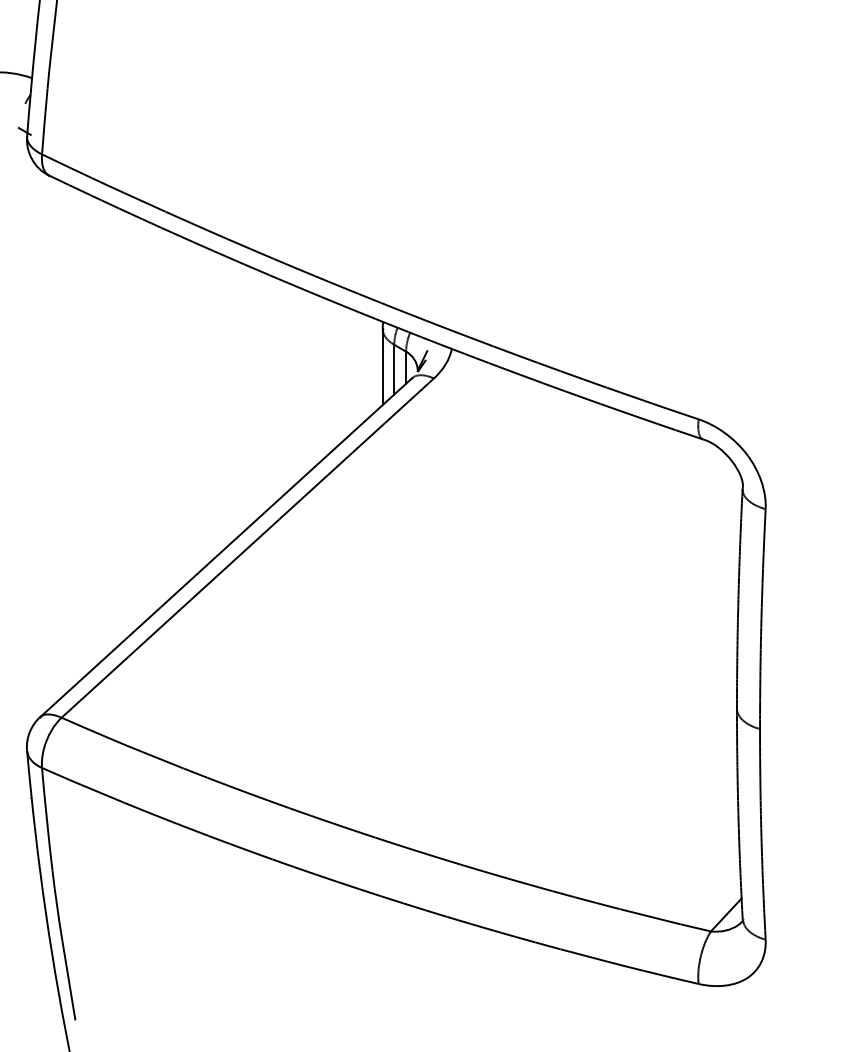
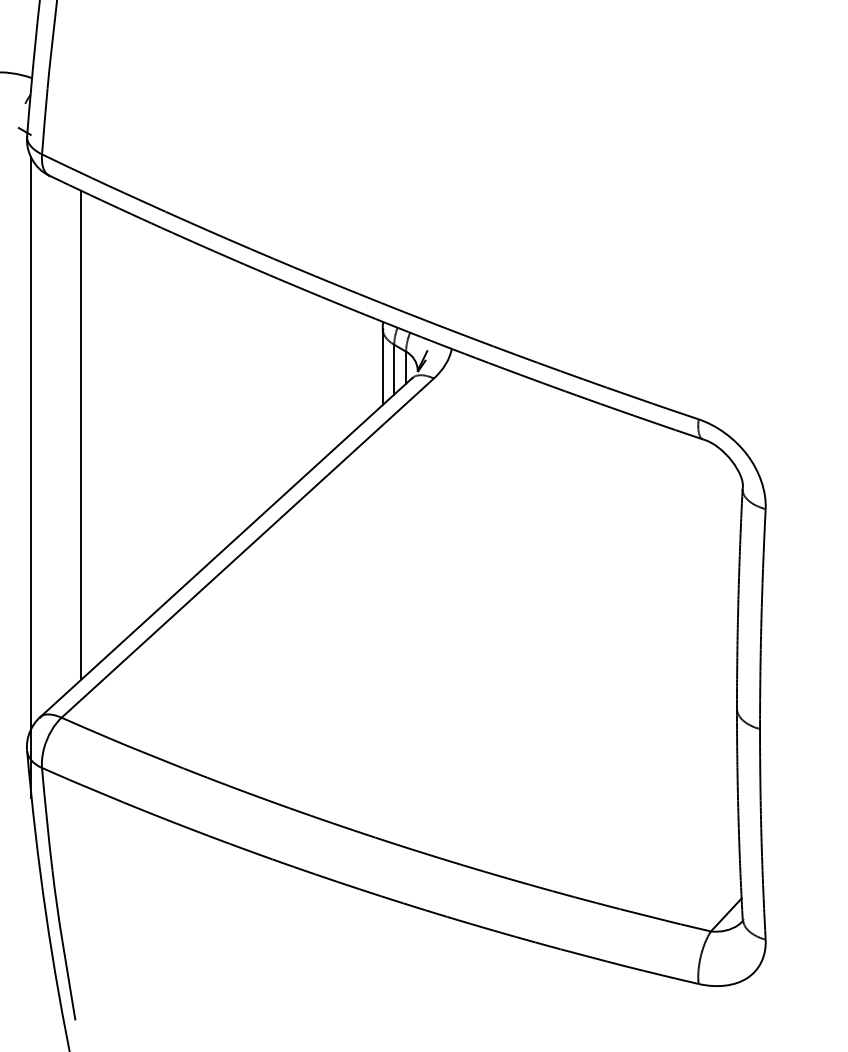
line at (81, 434): none -> present
line at (30, 476): none -> present
